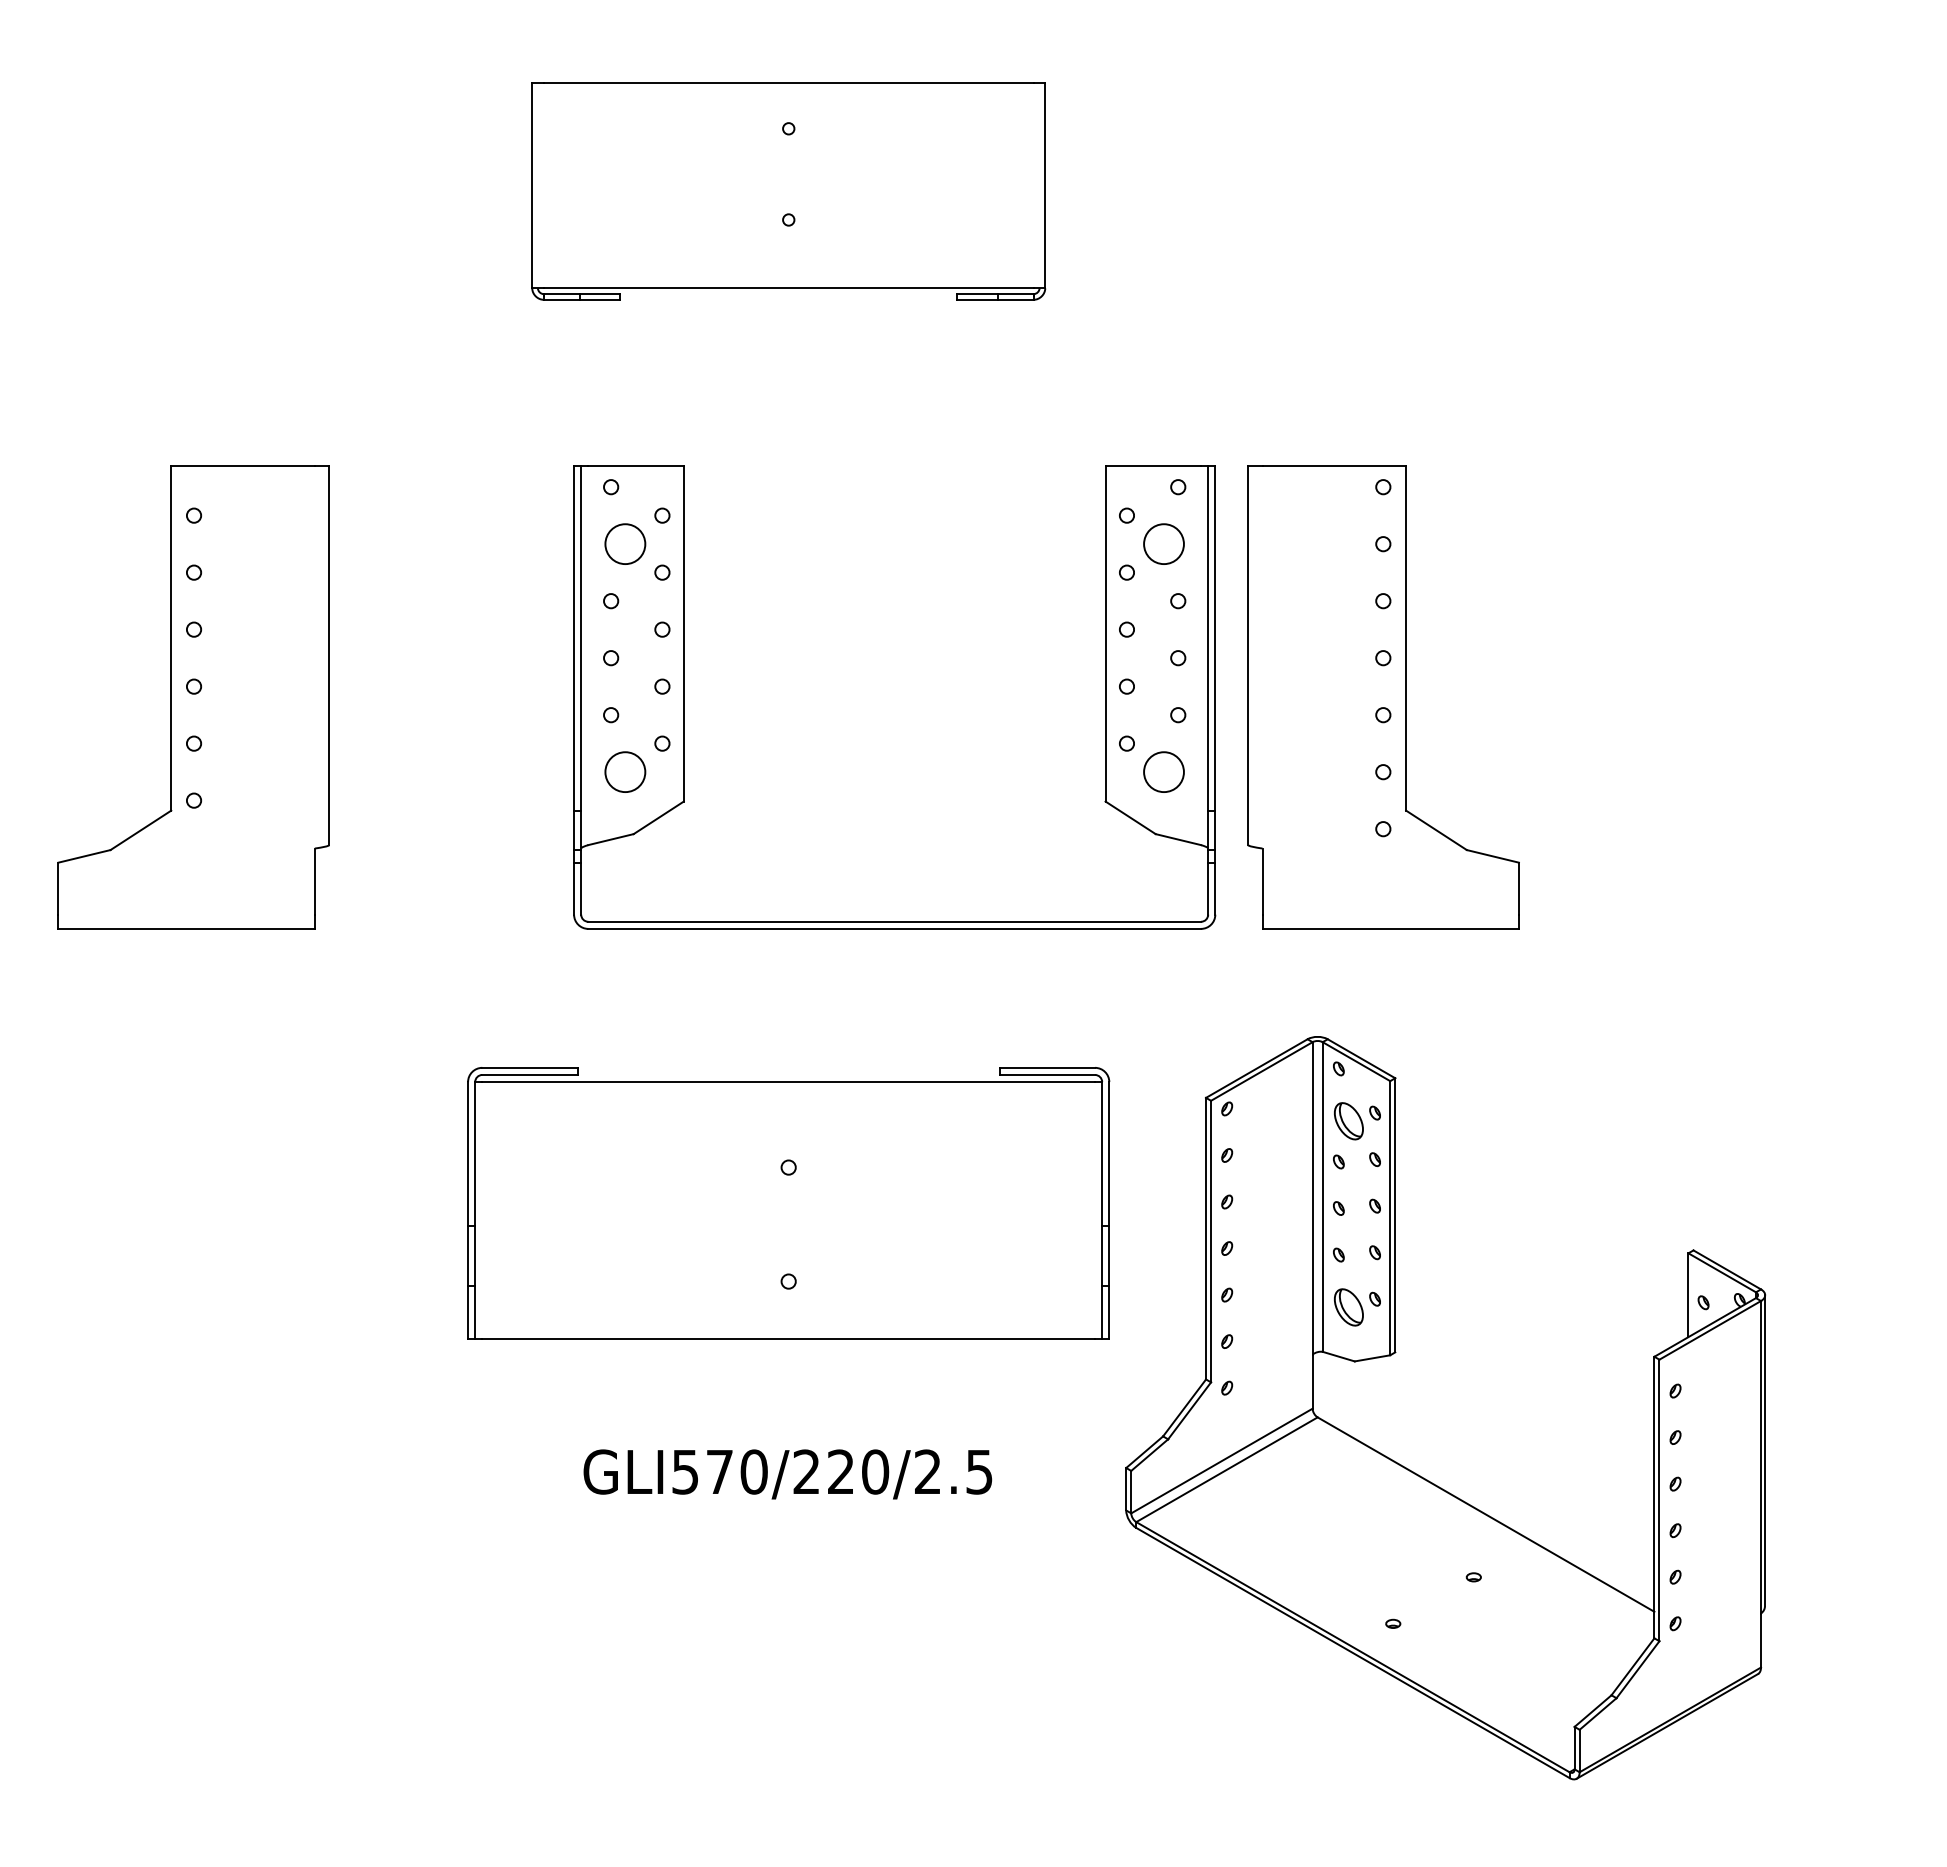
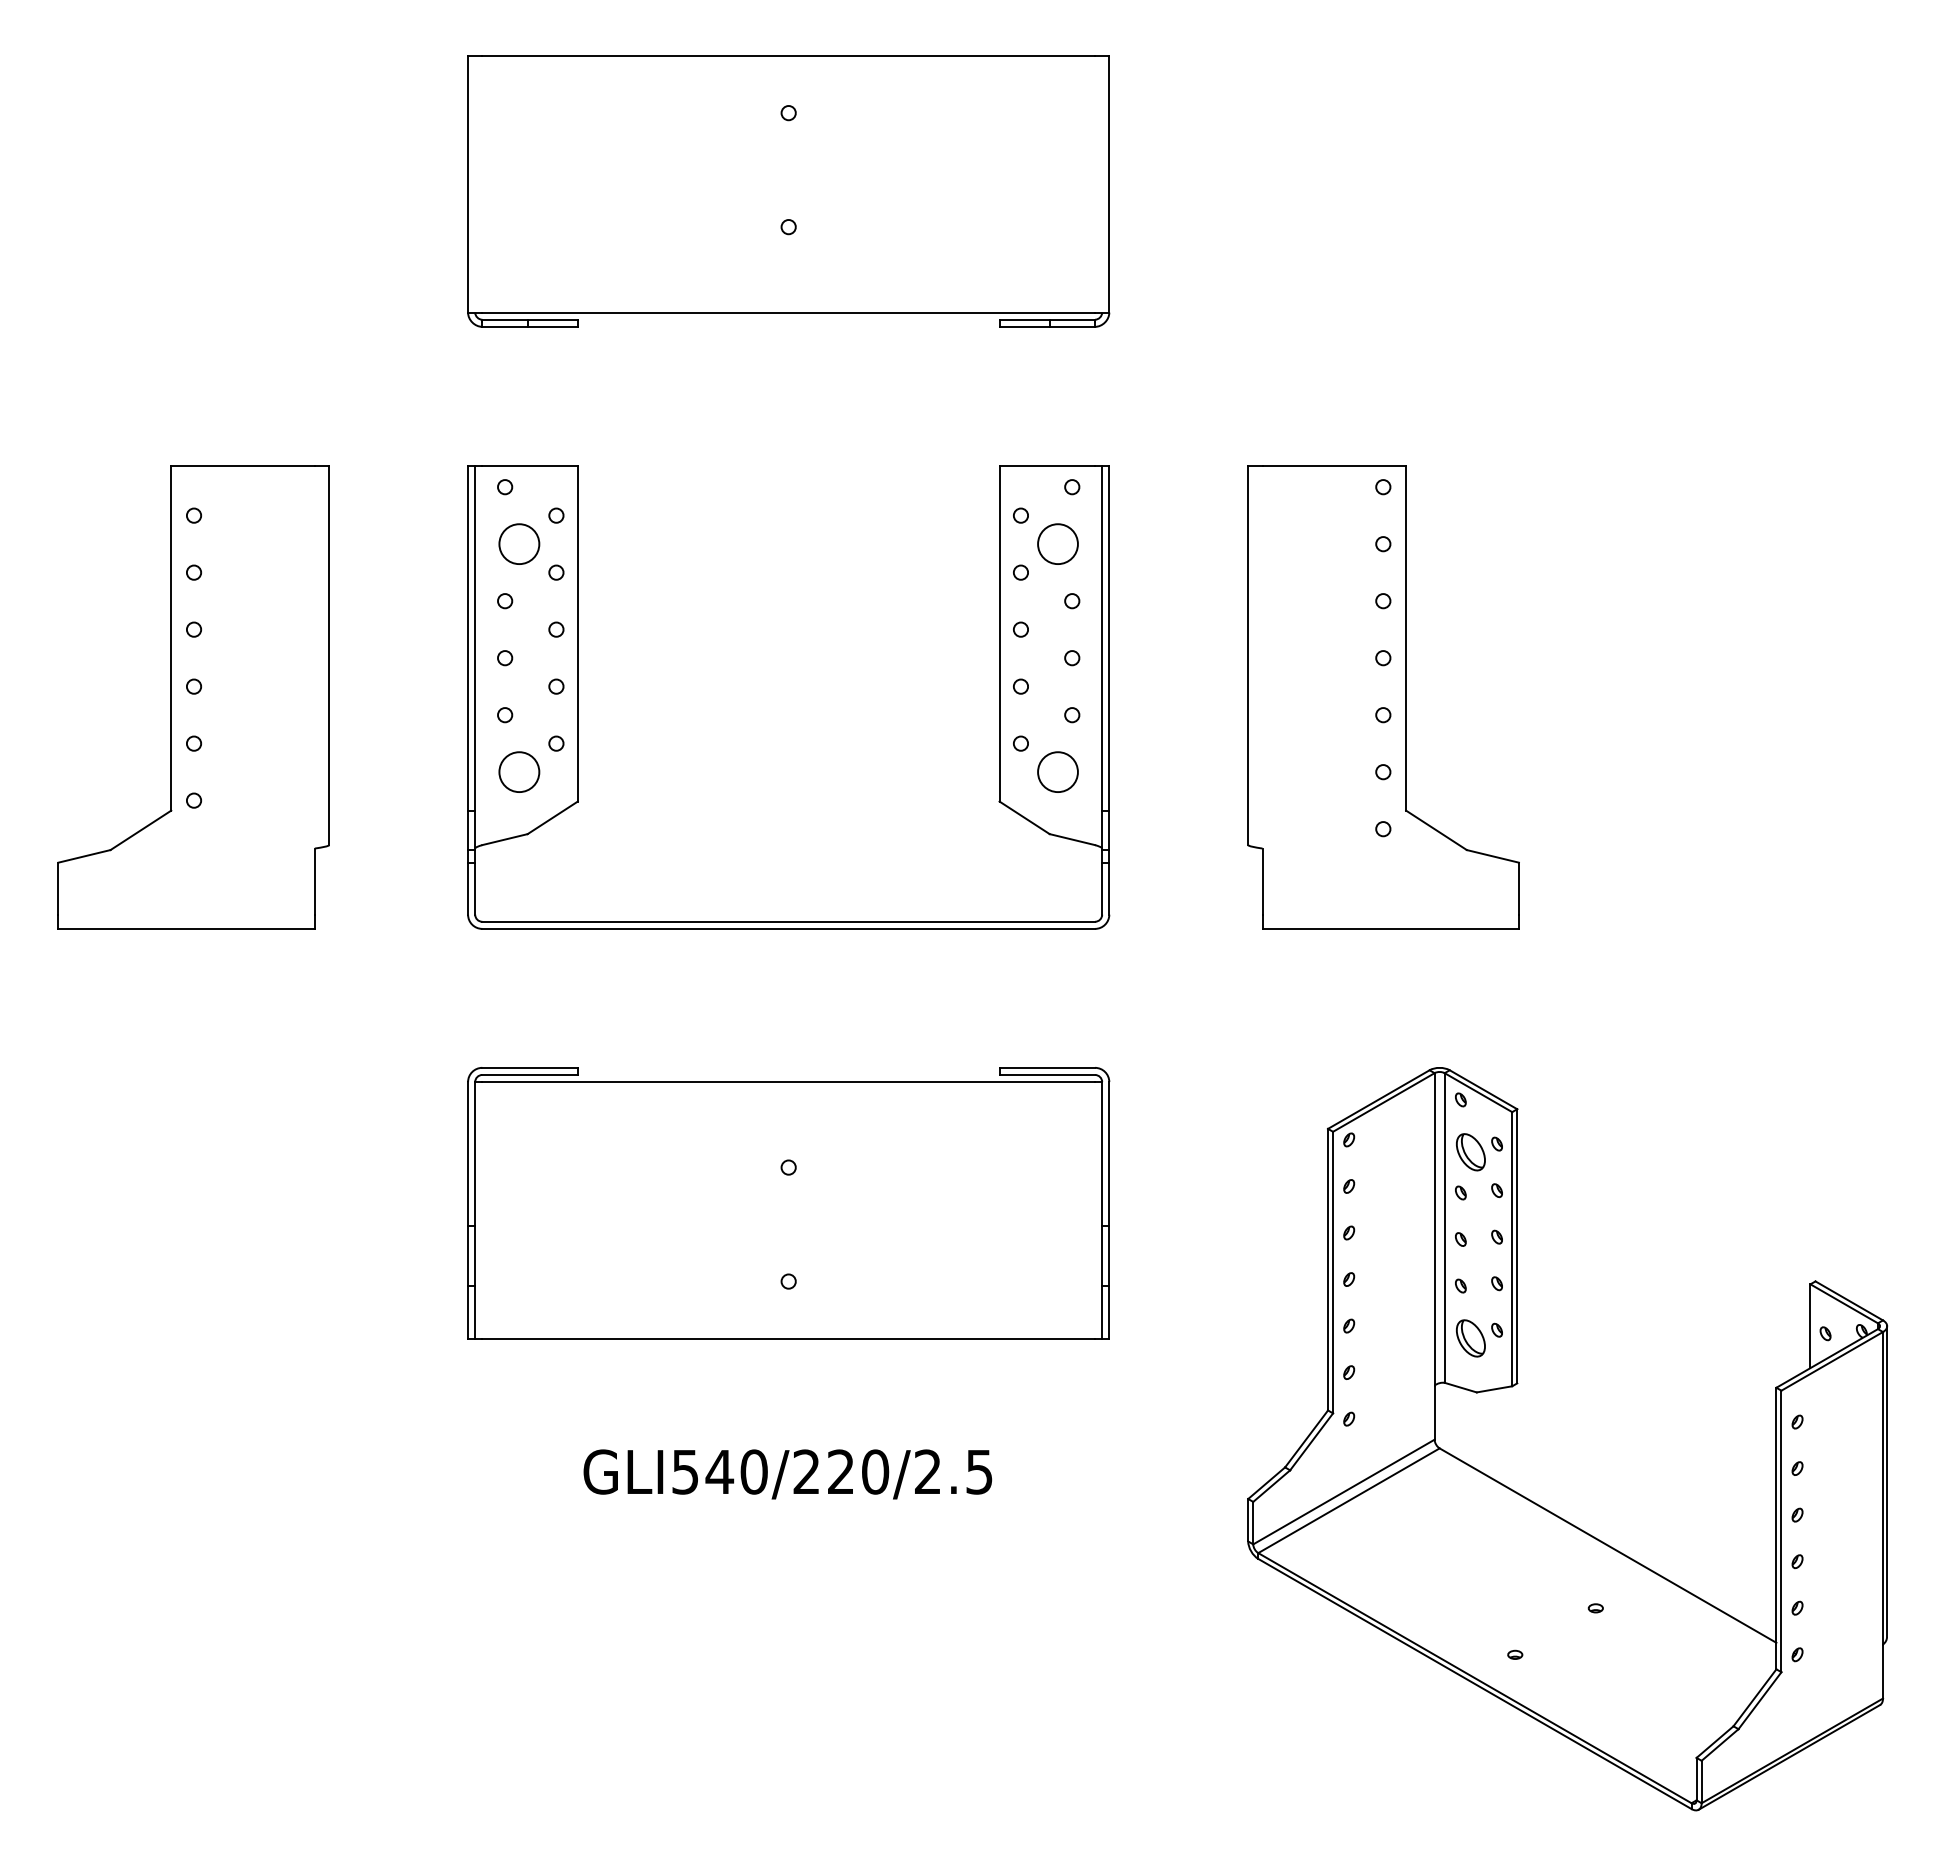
part at (788, 191) size: 516x219 px -> 644x273 px
part at (684, 697) position: (684, 697) -> (578, 697)
part at (1410, 1469) position: (1410, 1469) -> (1532, 1500)
text at (719, 1471): GLI570/220/2.5 -> GLI540/220/2.5
